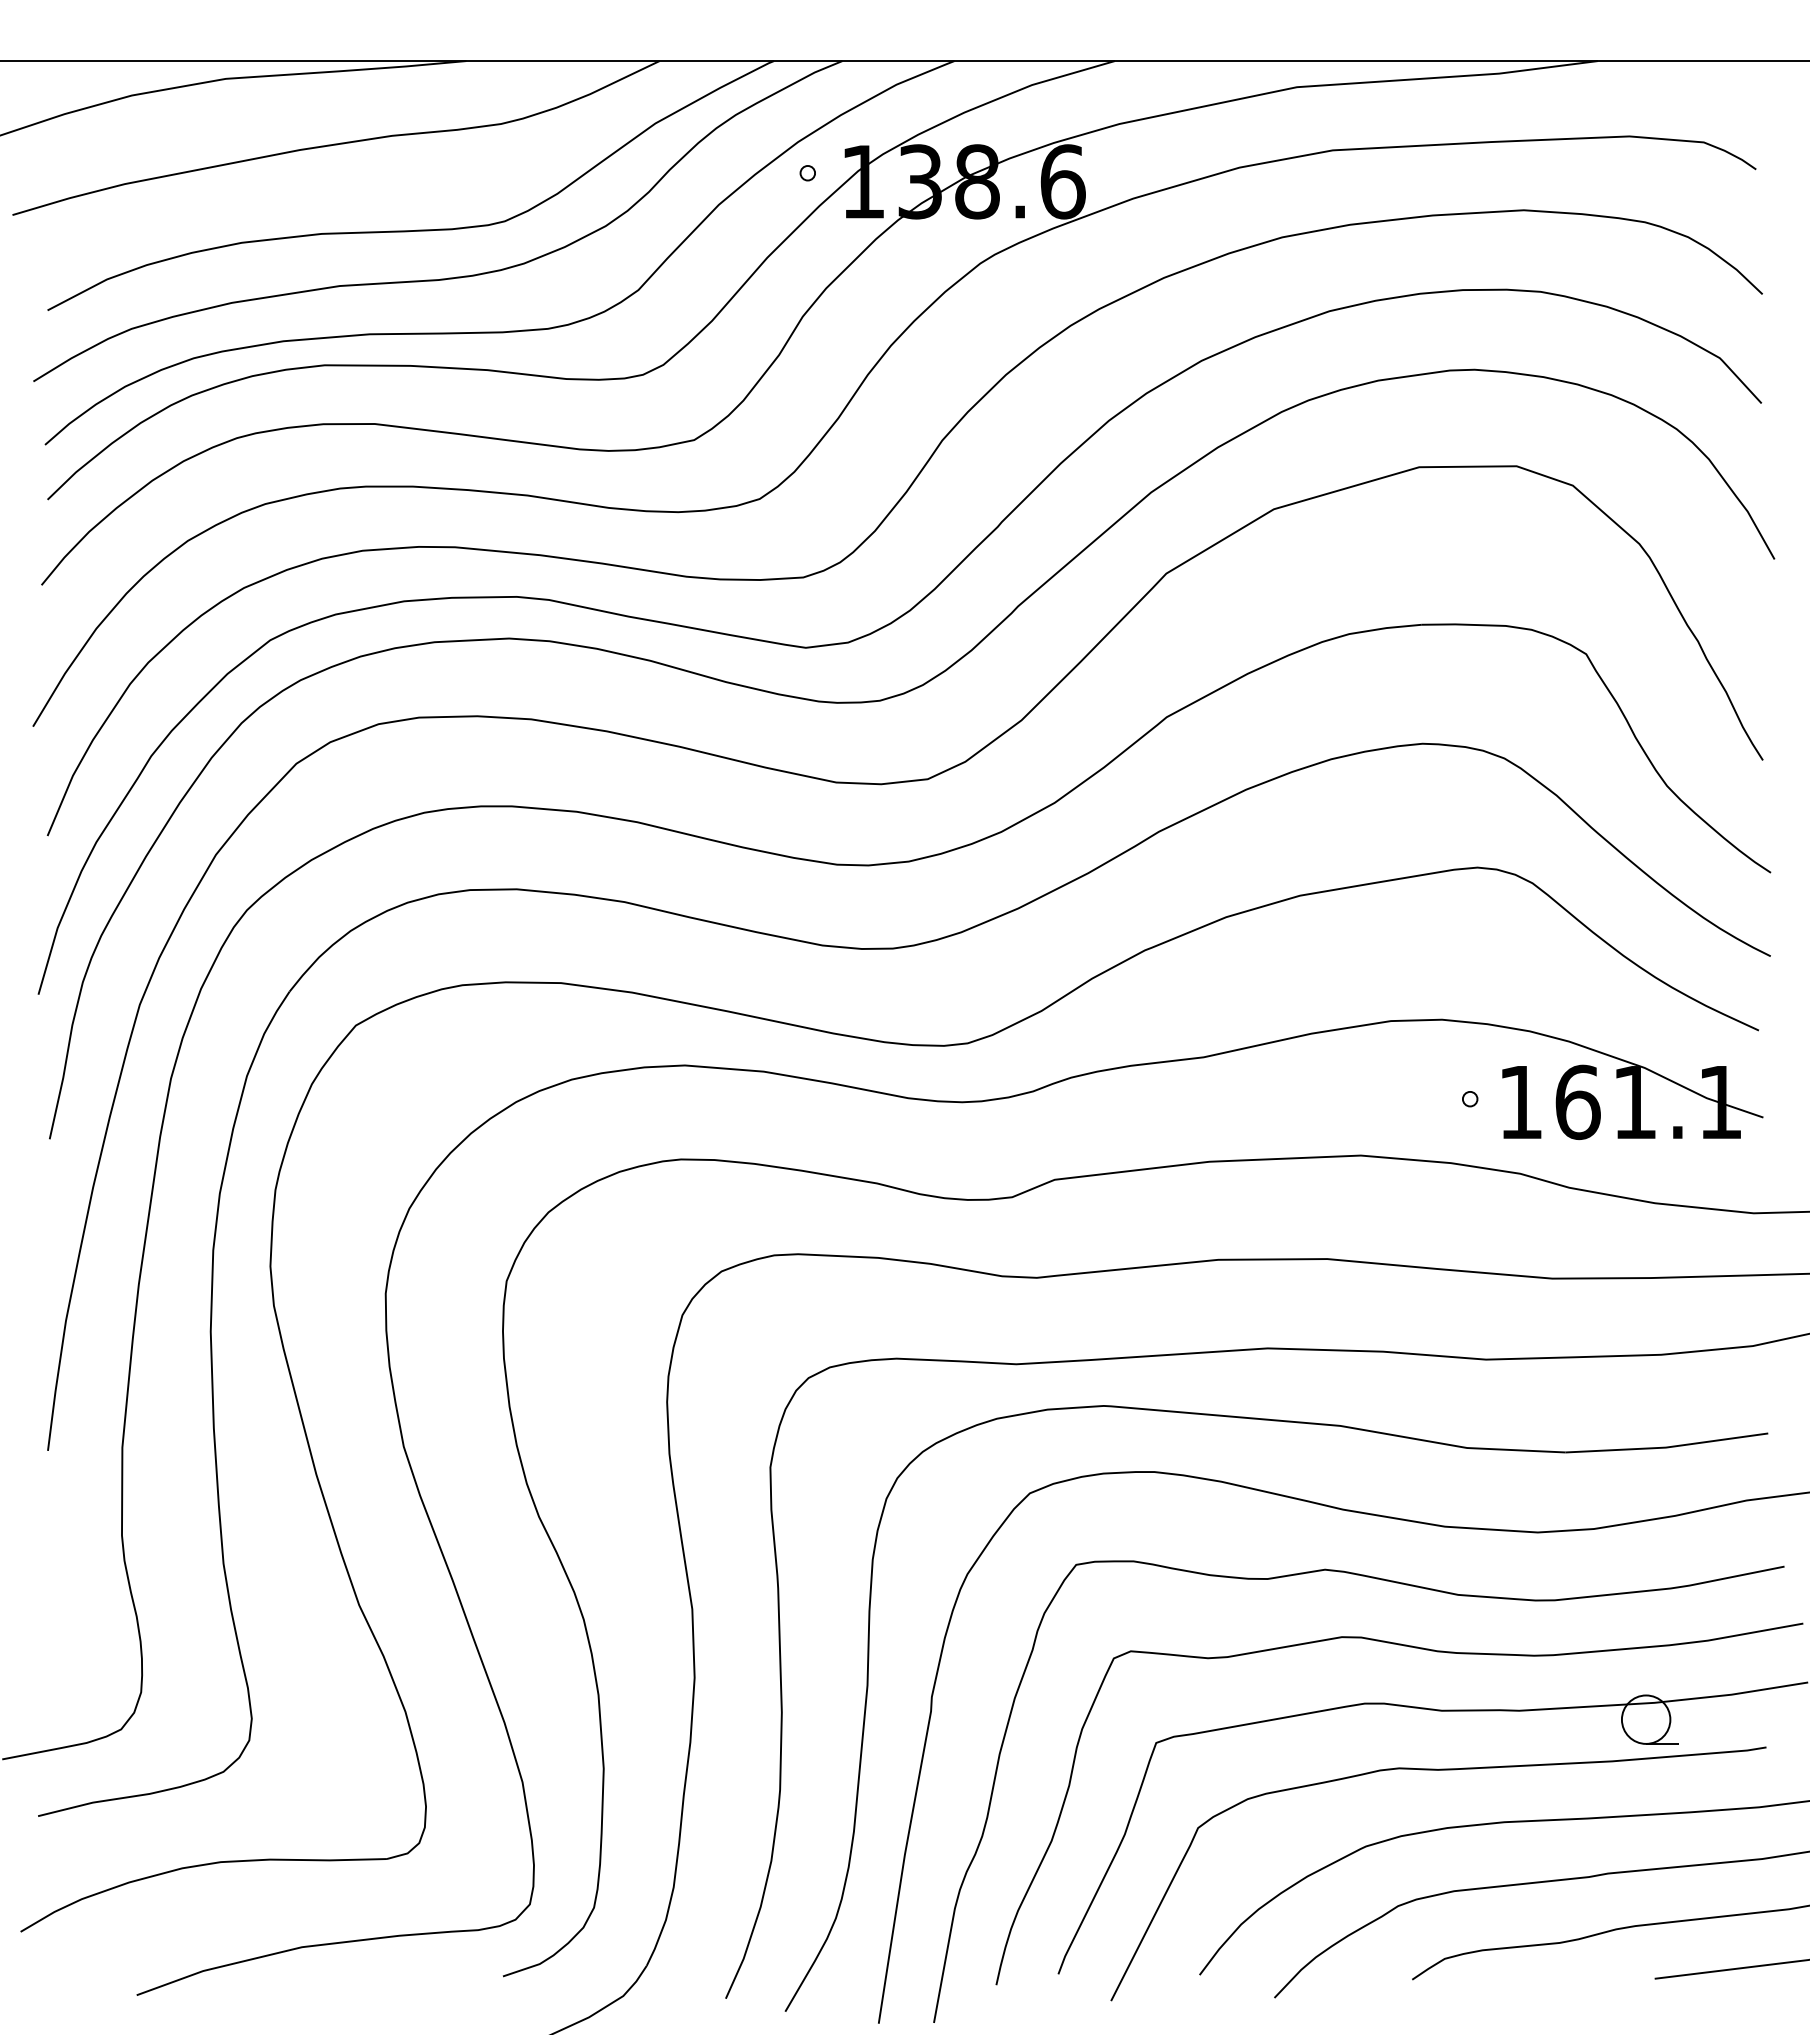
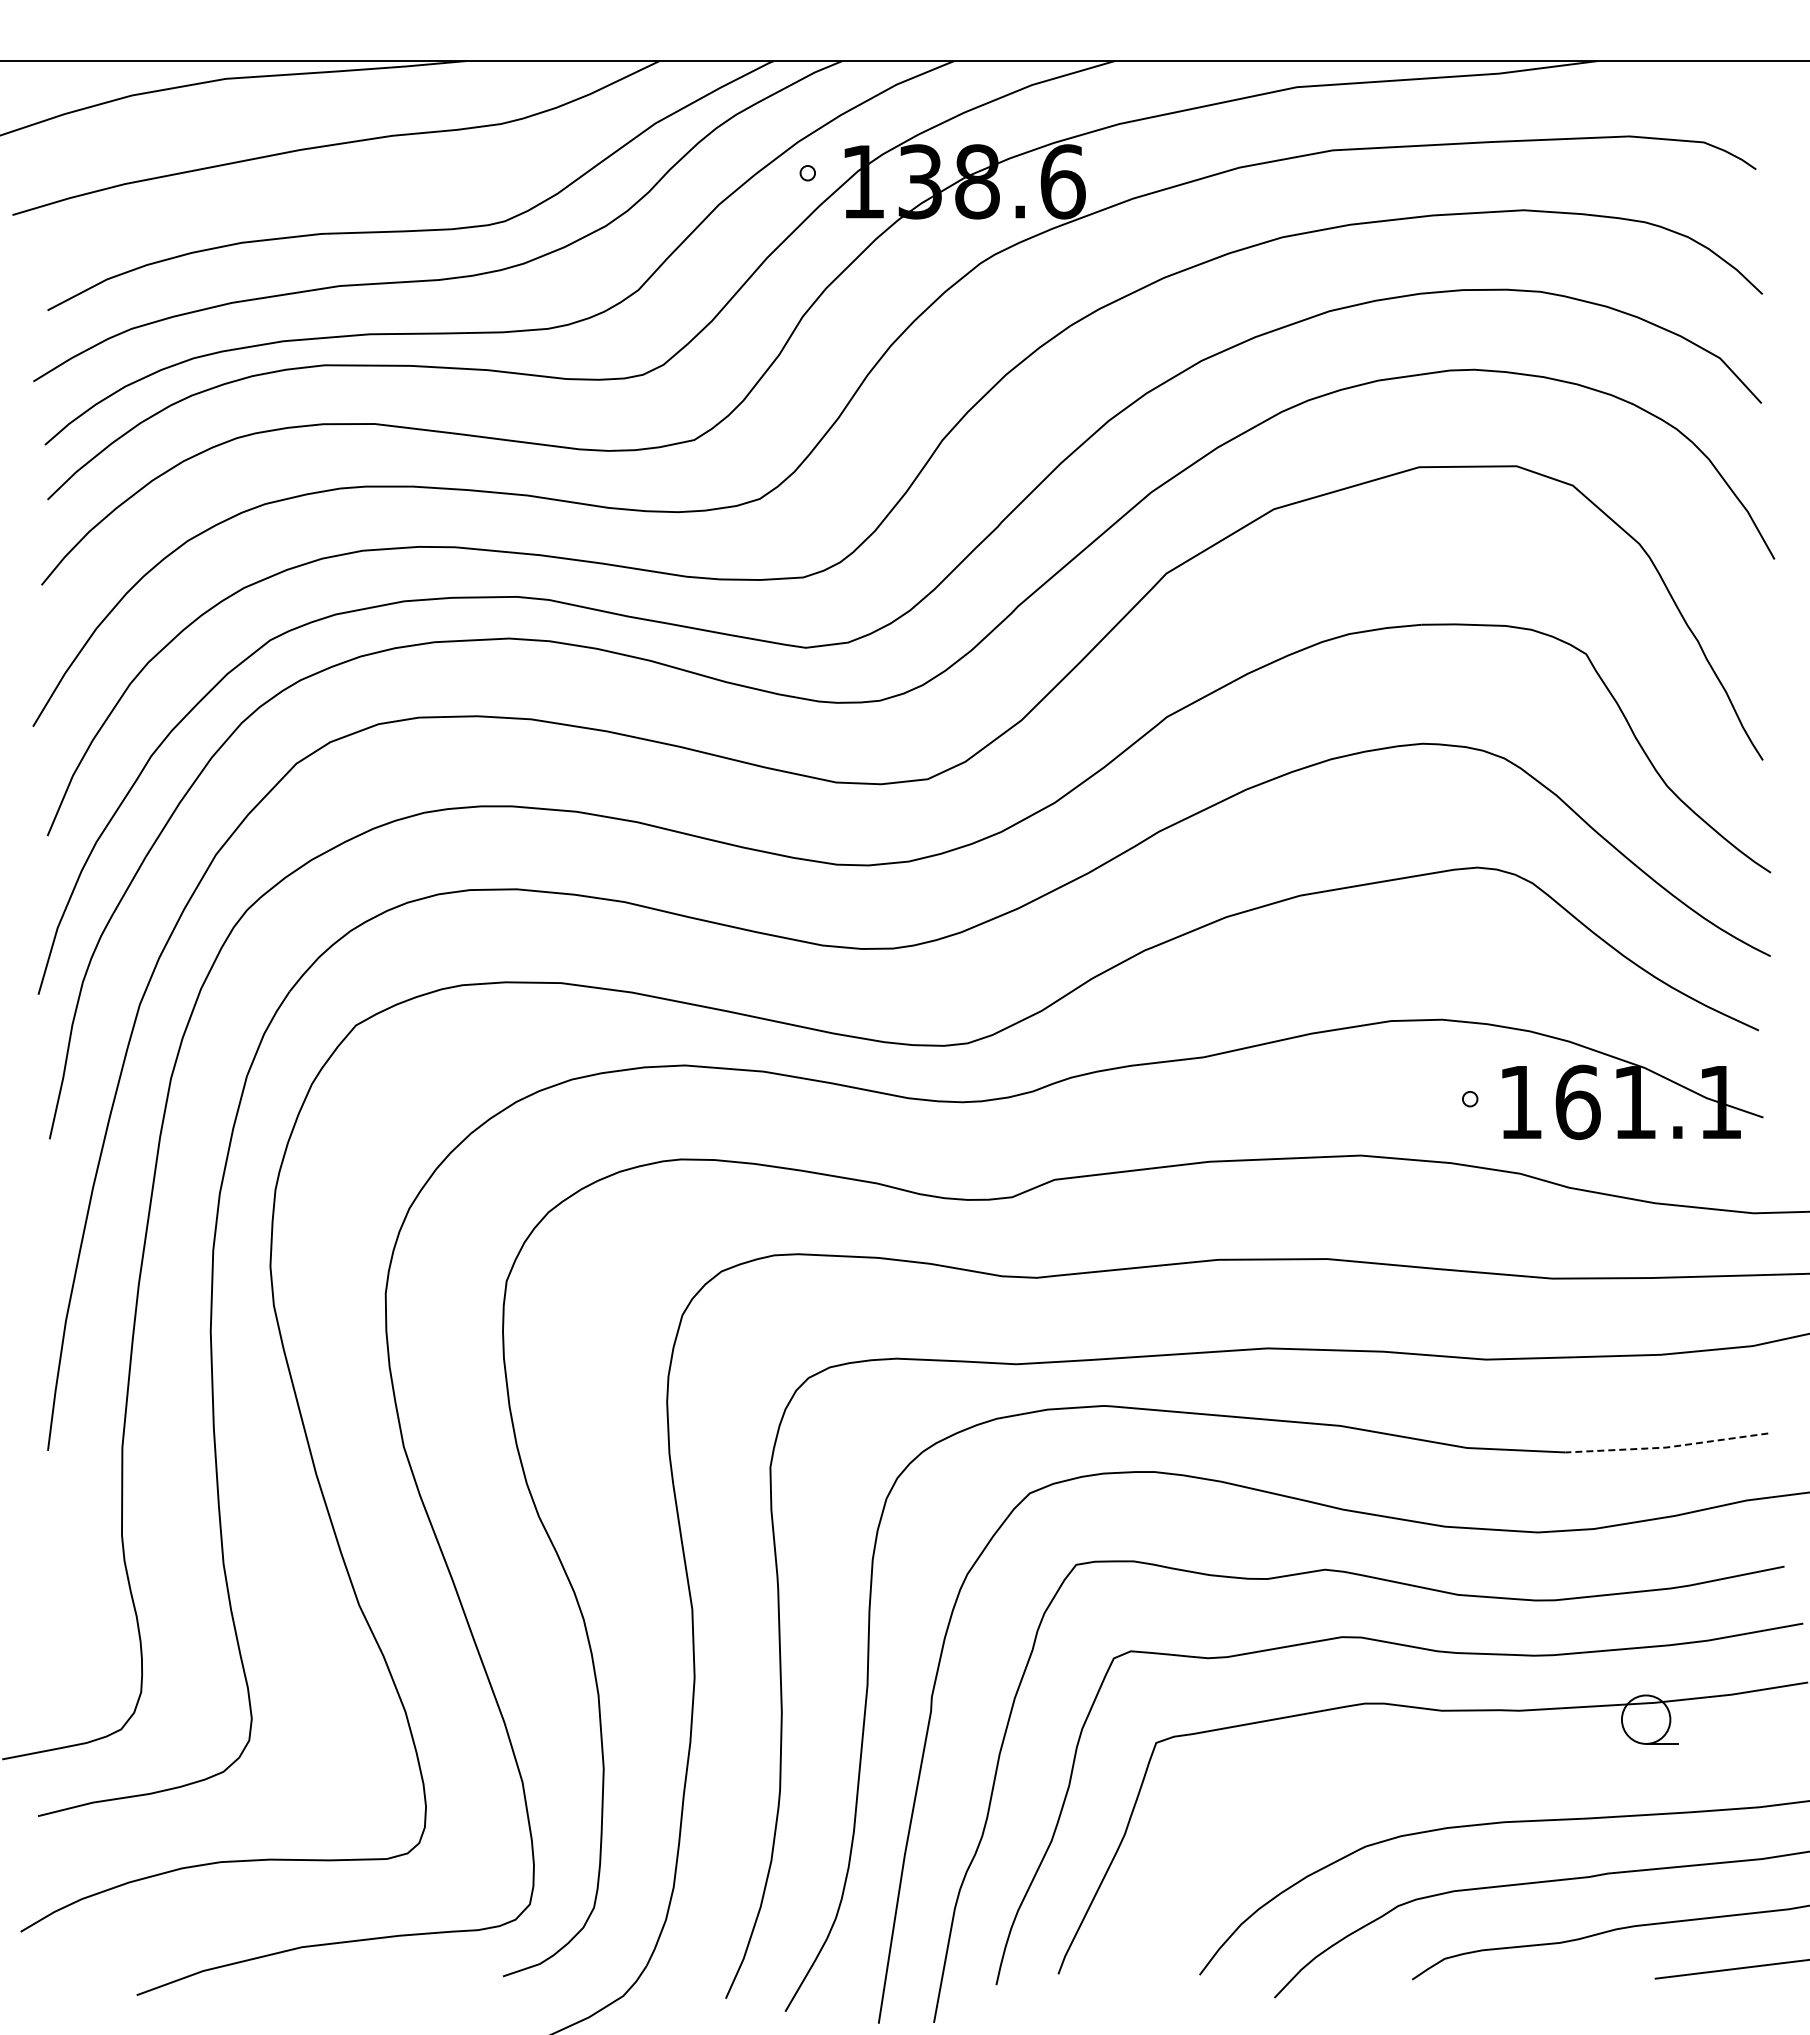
line at (1666, 1447): solid -> dashed
curve at (1438, 1770): present -> none
